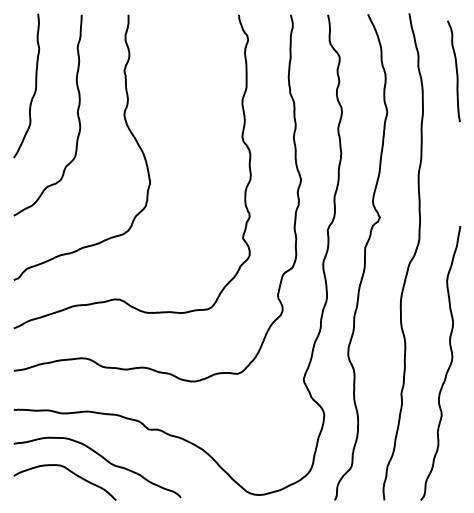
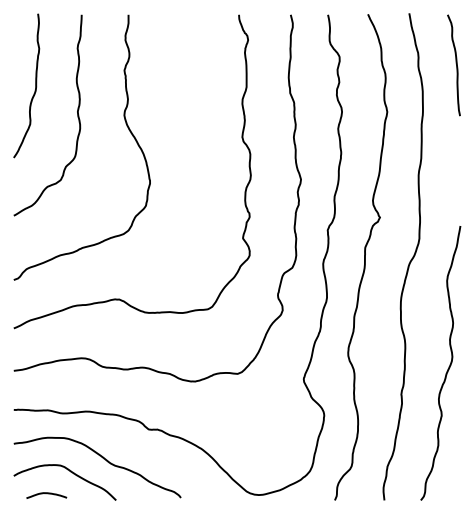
curve at (455, 69) position: (455, 69) -> (455, 63)
curve at (46, 494): none -> present
